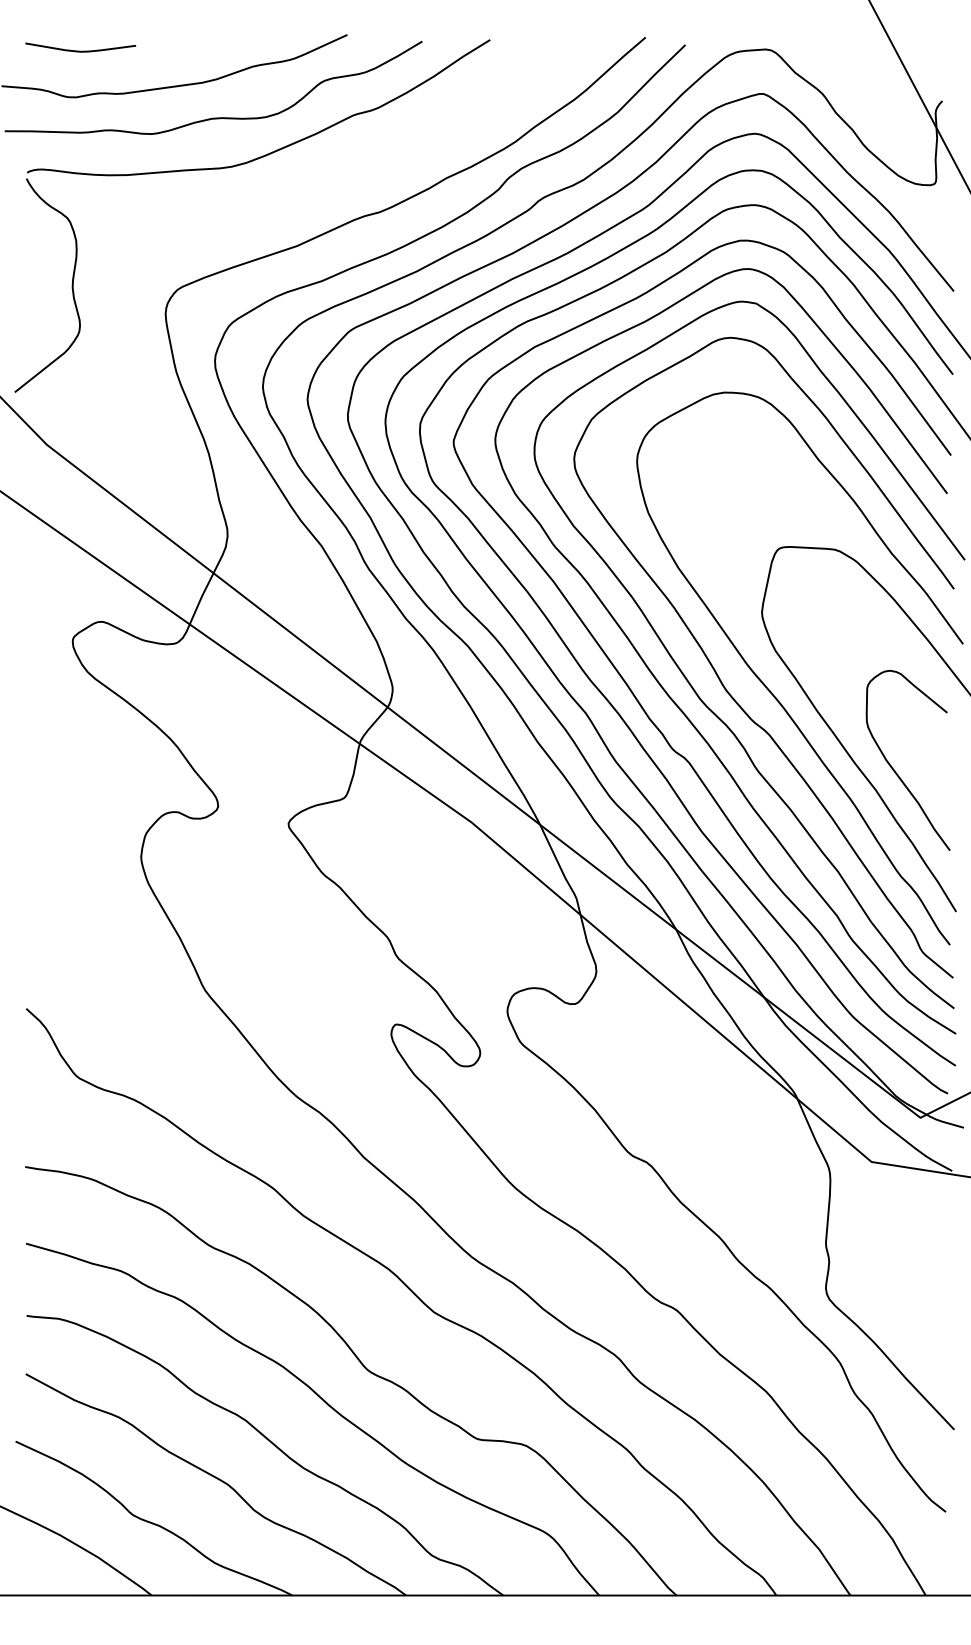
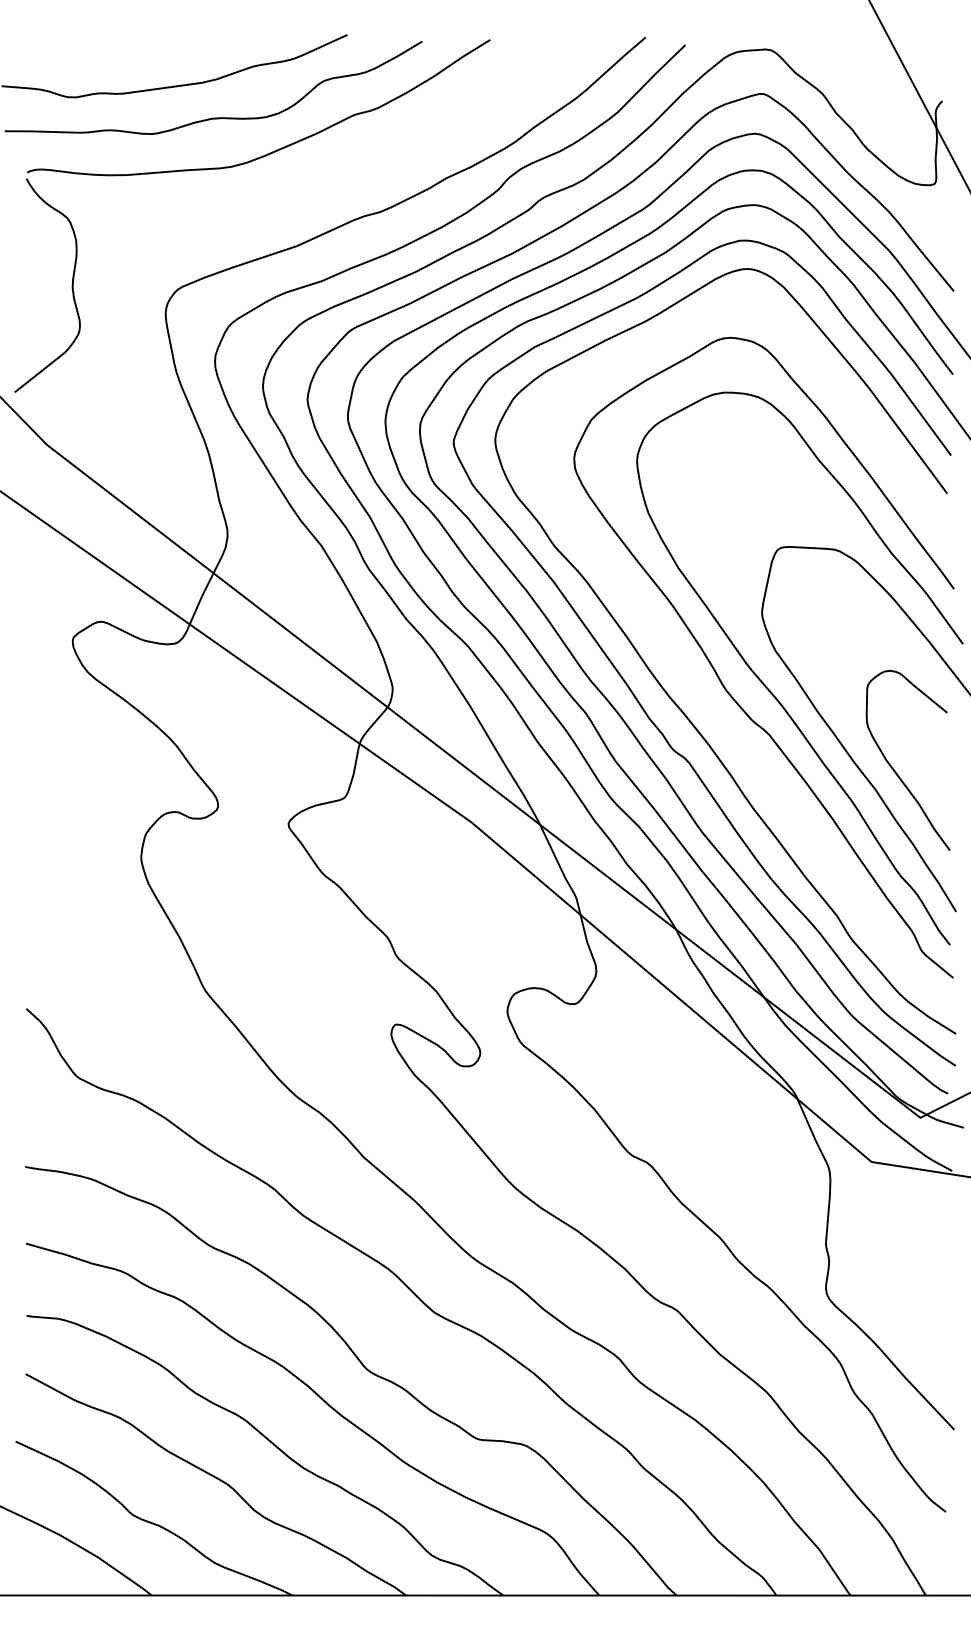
curve at (80, 50): present -> none
curve at (696, 691): present -> none
